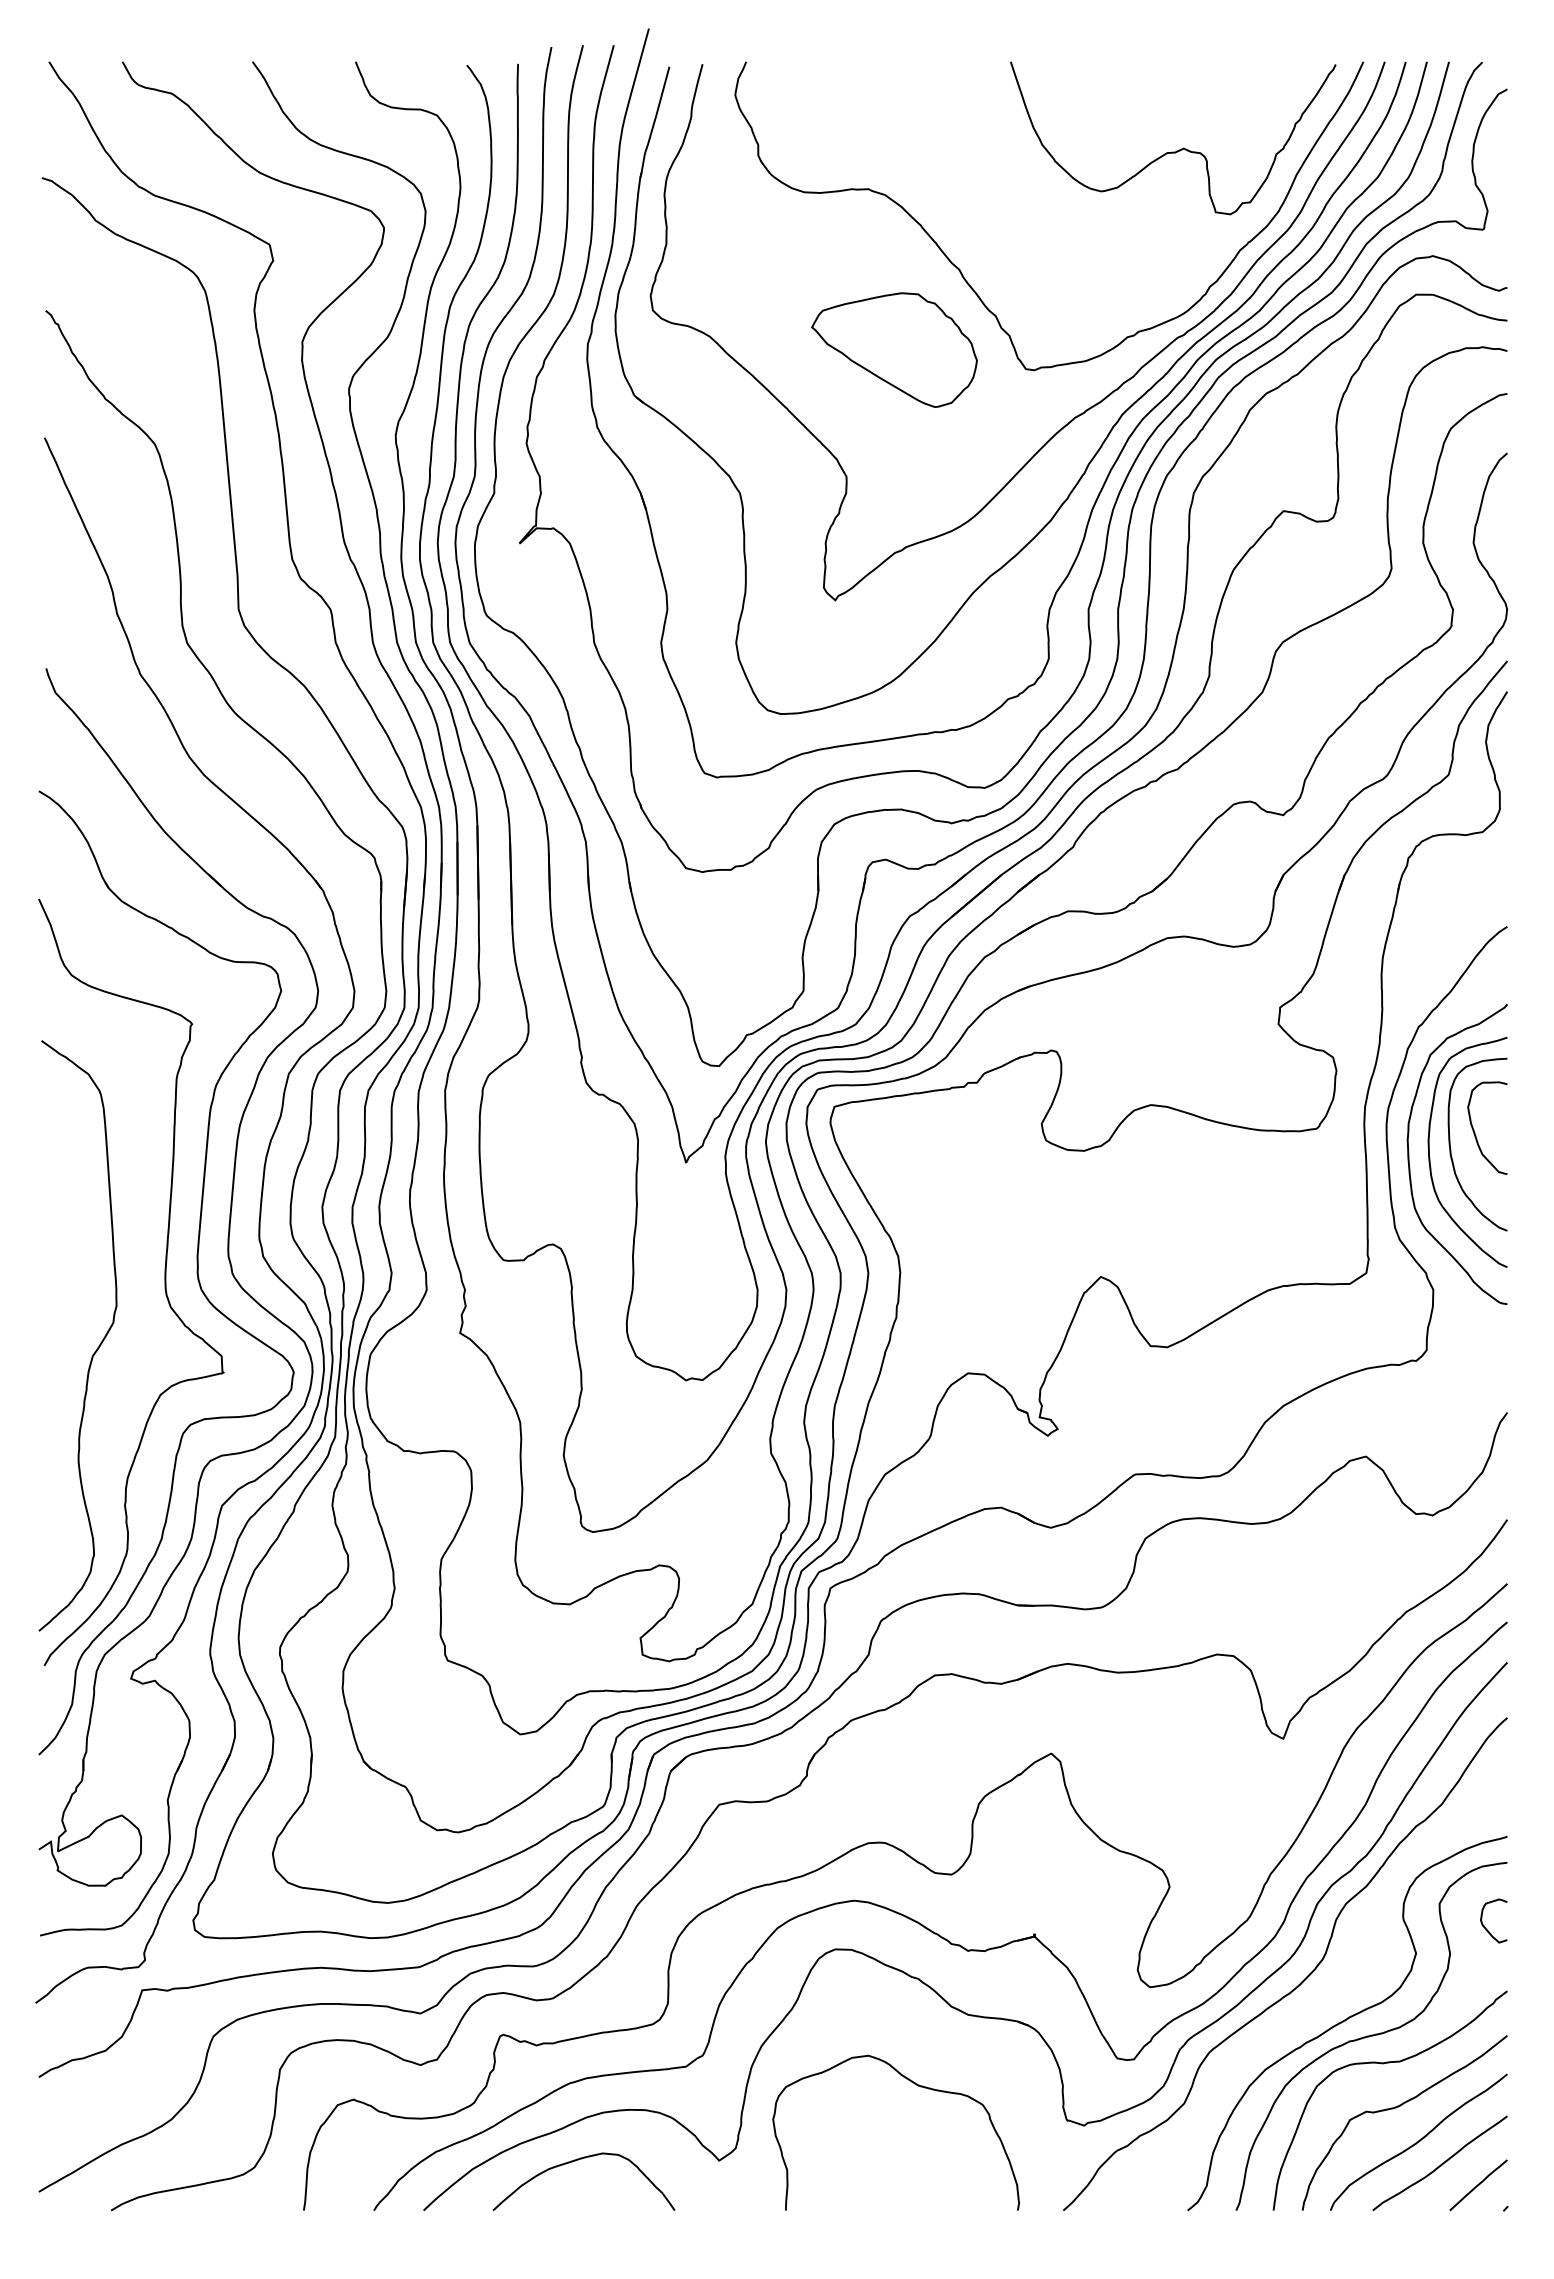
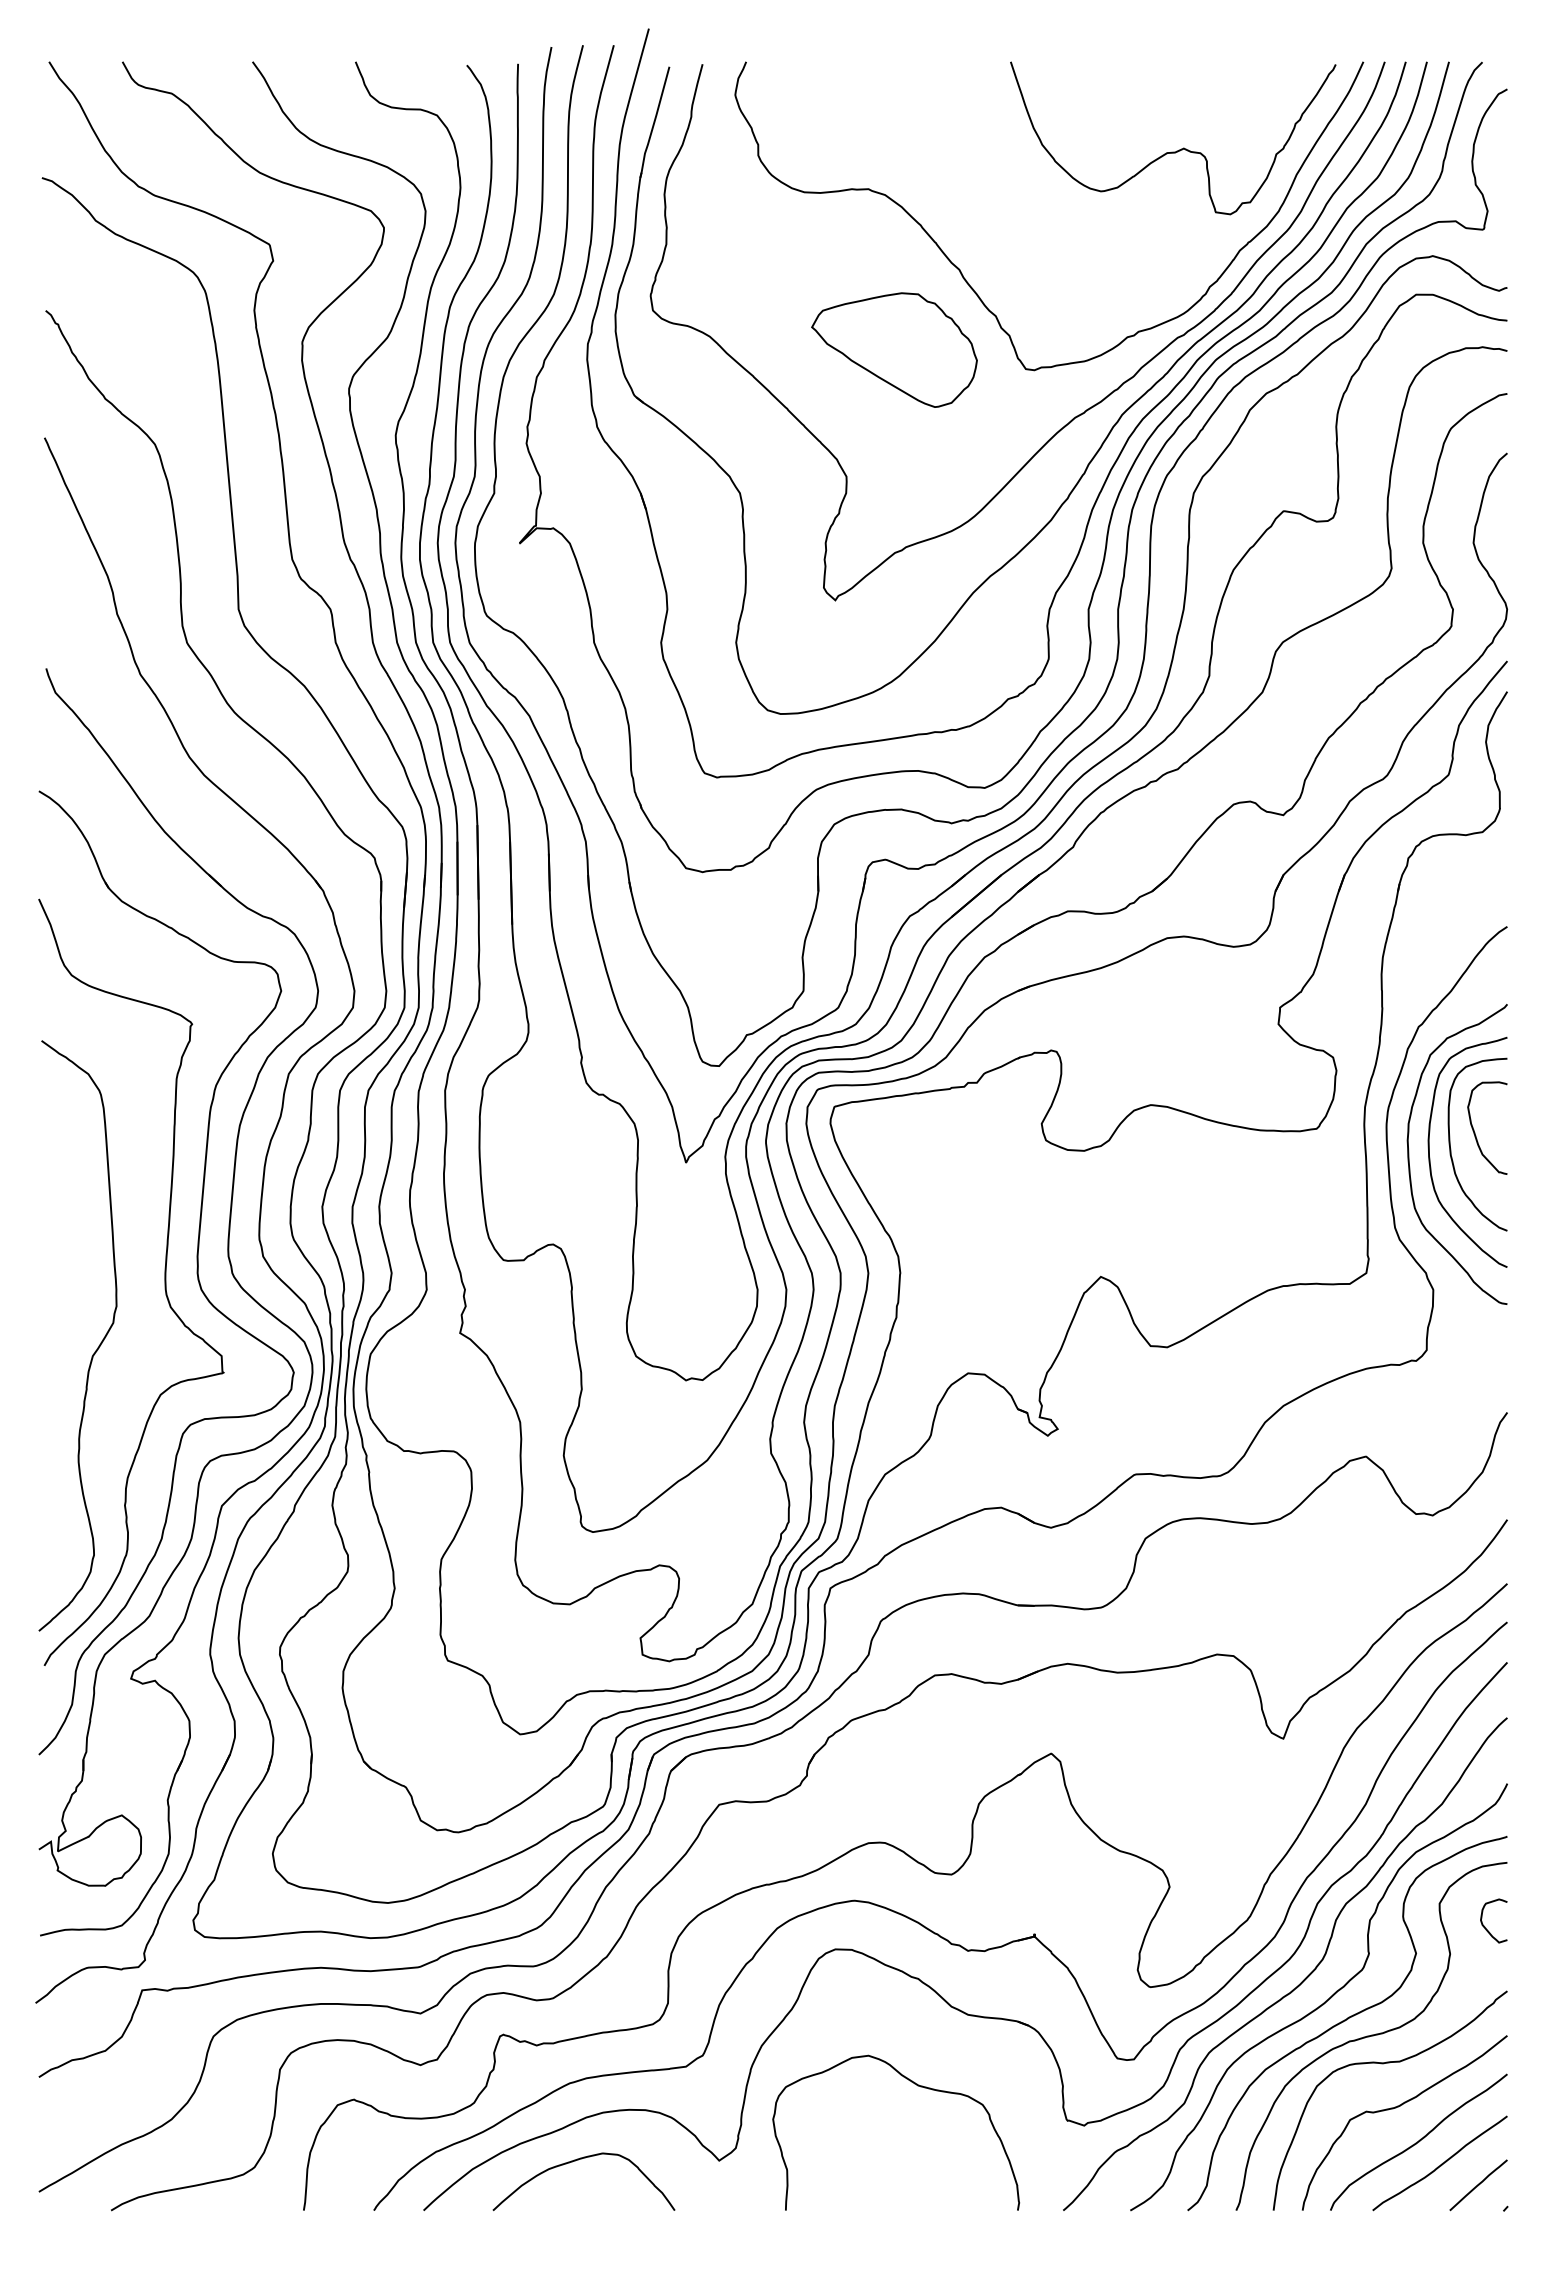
curve at (1323, 2002): none -> present
